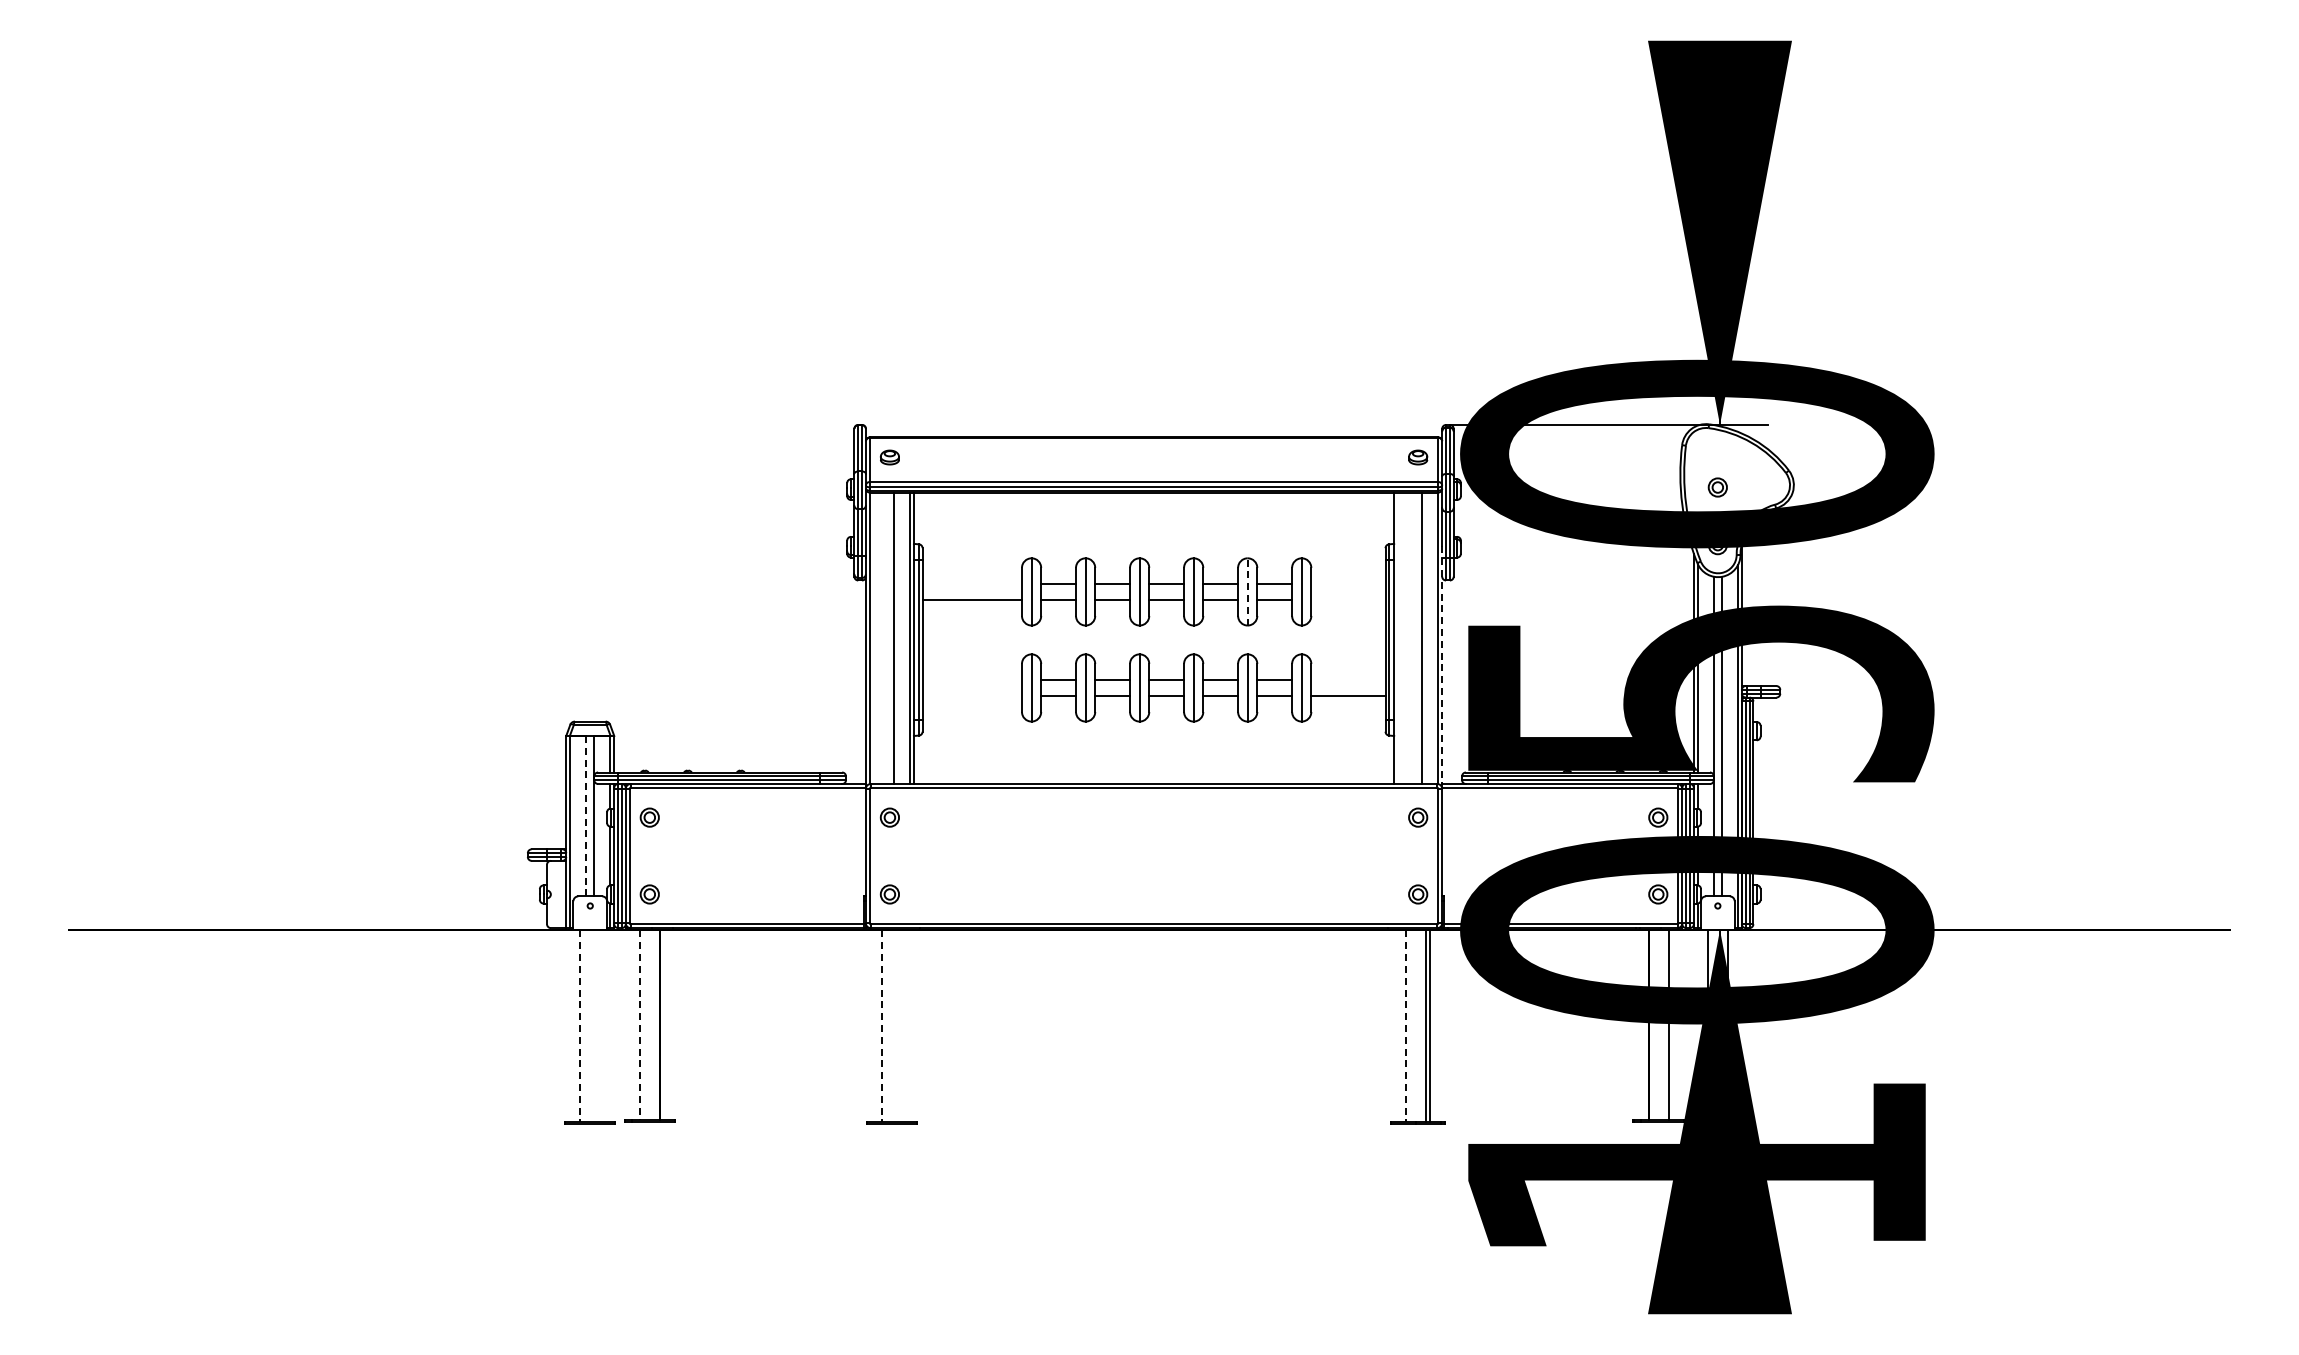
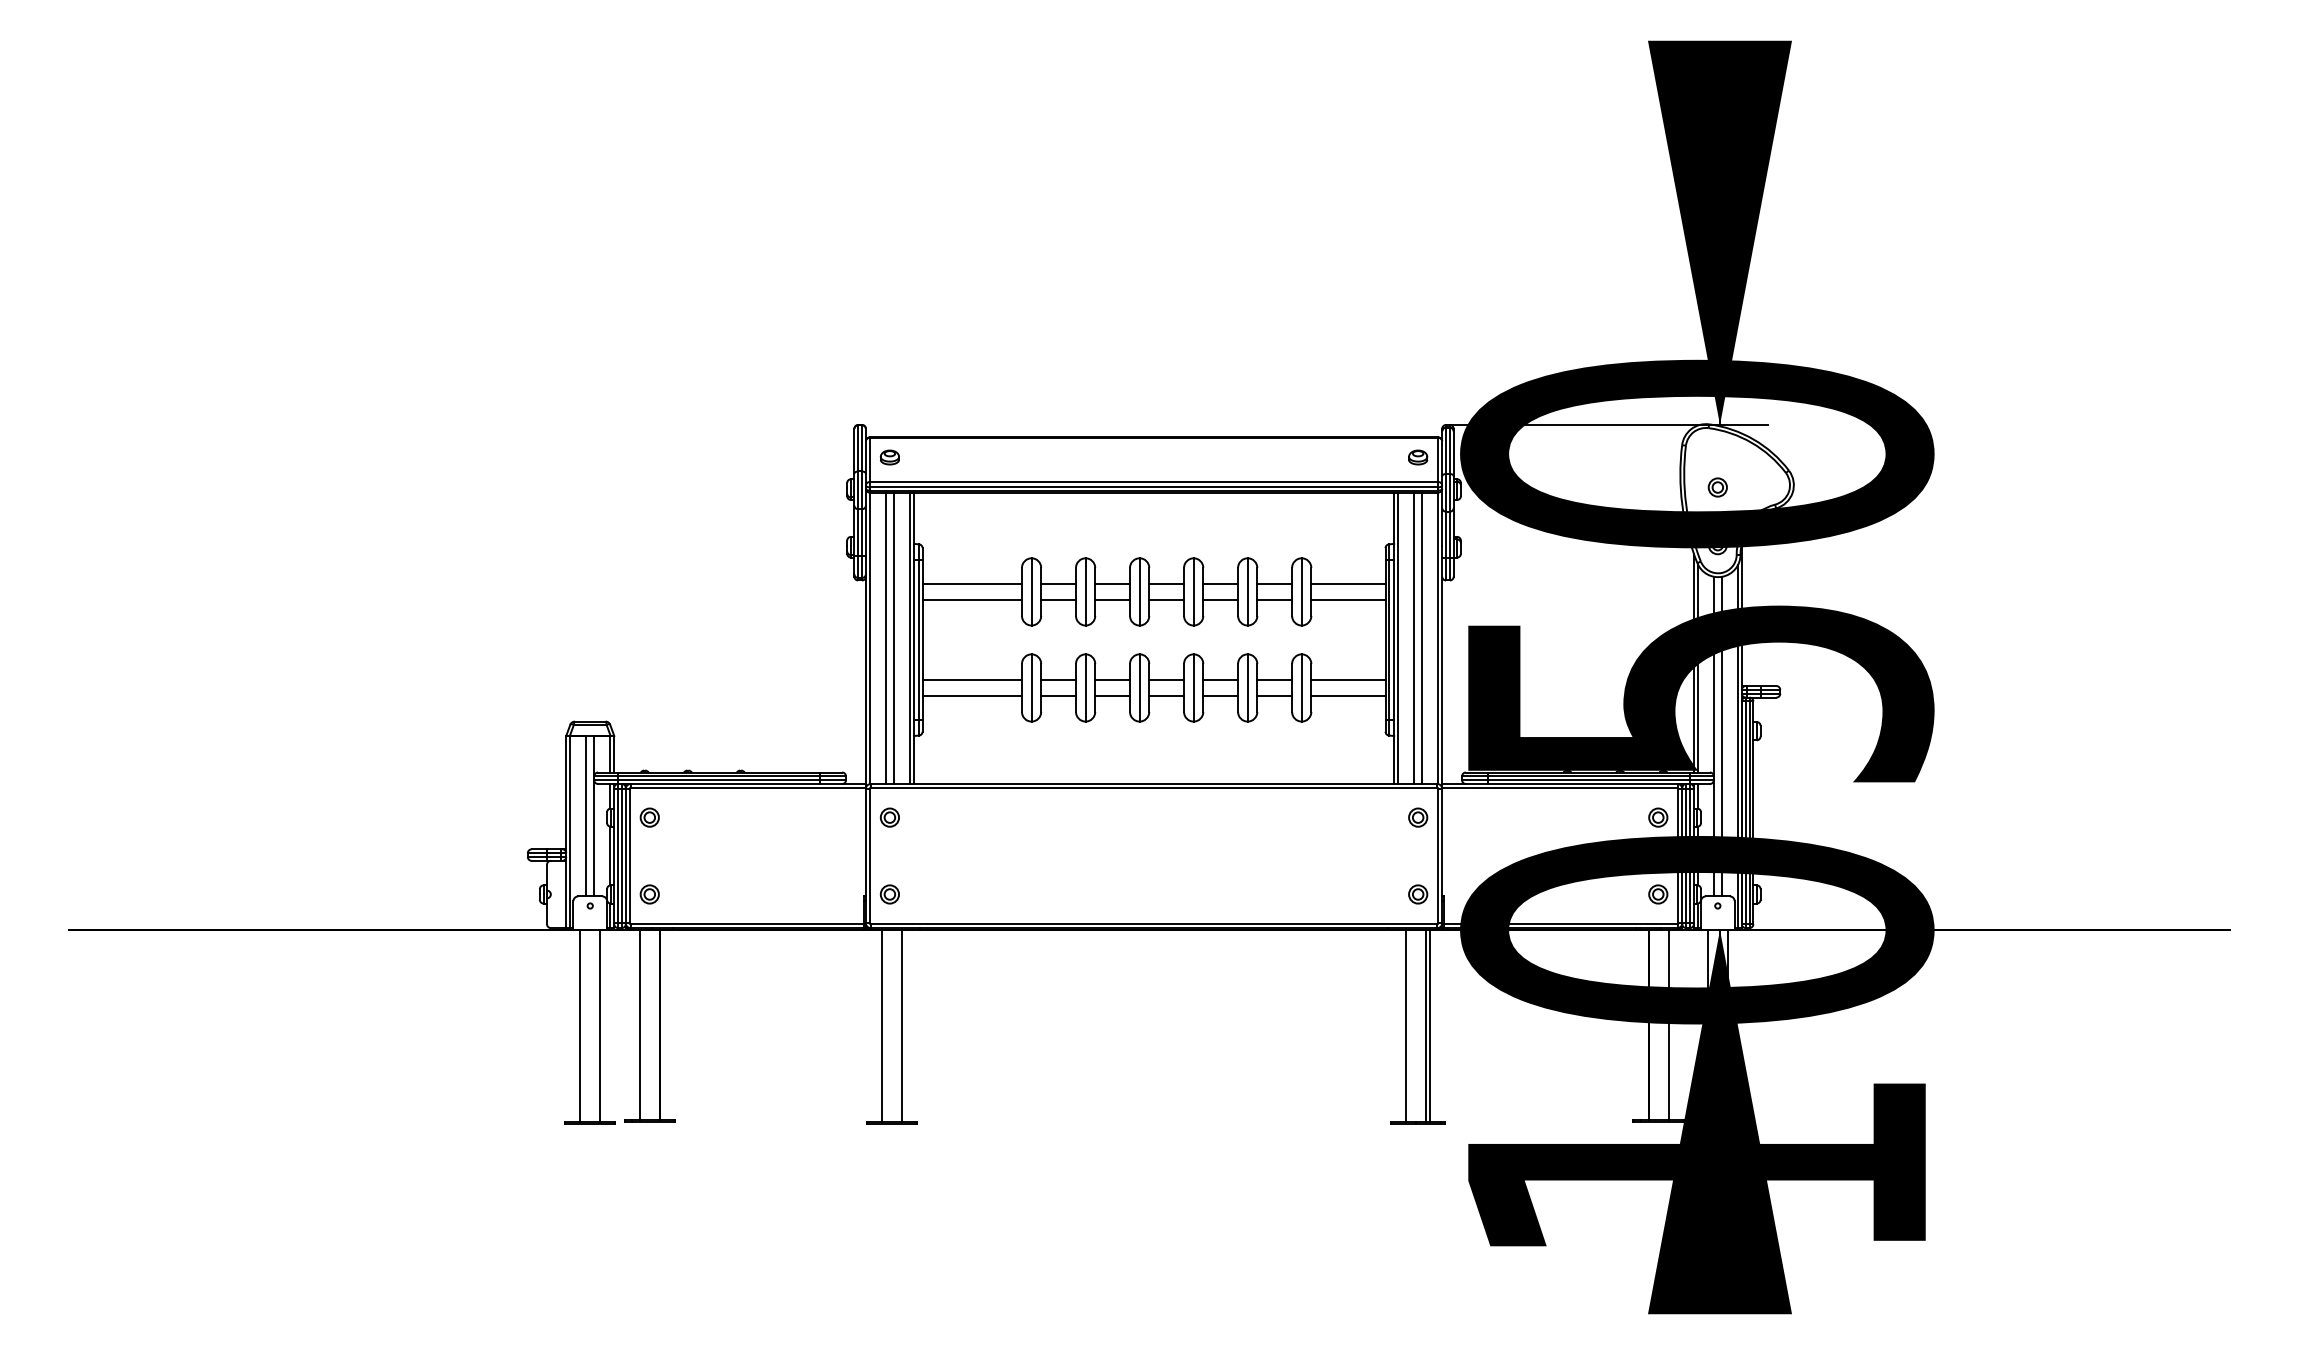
line at (971, 584): none -> present
line at (1348, 584): none -> present
line at (1247, 591): dashed -> solid
line at (1348, 599): none -> present
line at (886, 638): none -> present
line at (1398, 638): none -> present
line at (1414, 638): none -> present
line at (1442, 668): dashed -> solid
line at (971, 680): none -> present
line at (1348, 680): none -> present
line at (971, 695): none -> present
line at (586, 816): dashed -> solid
line at (639, 1025): dashed -> solid
line at (580, 1026): dashed -> solid
line at (600, 1026): none -> present
line at (881, 1026): dashed -> solid
line at (901, 1026): none -> present
line at (1406, 1026): dashed -> solid
